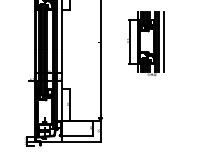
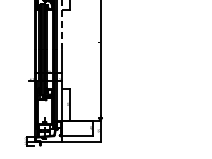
line at (62, 24): solid -> dashed
part at (145, 43): present -> none
